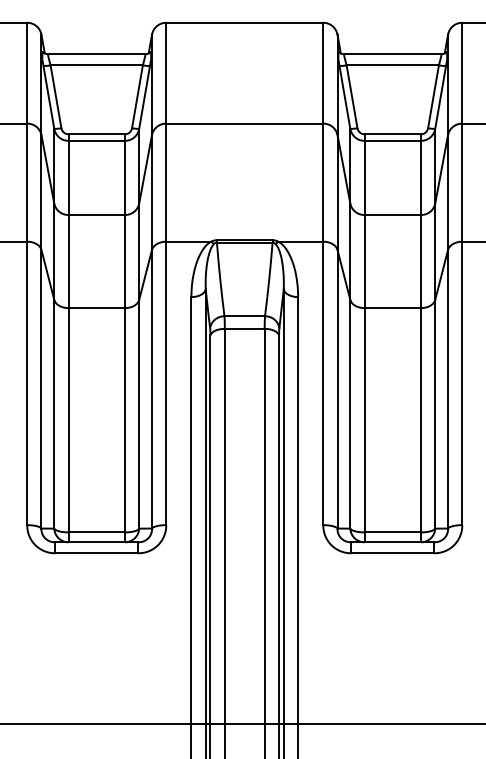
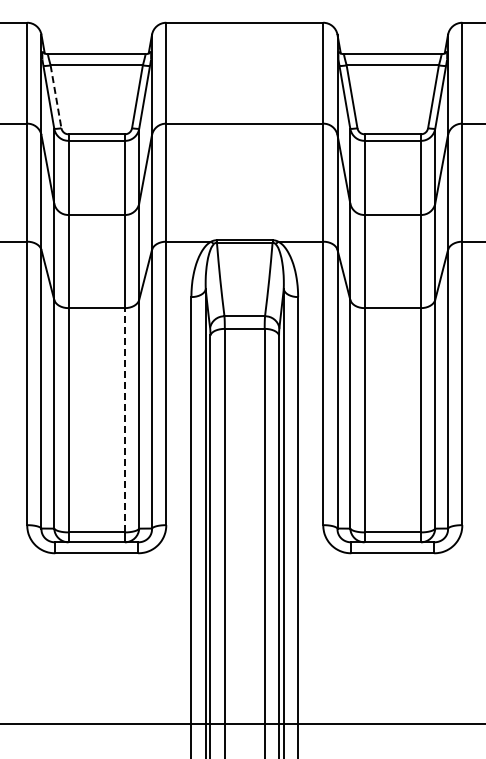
line at (56, 96): solid -> dashed
line at (124, 419): solid -> dashed
